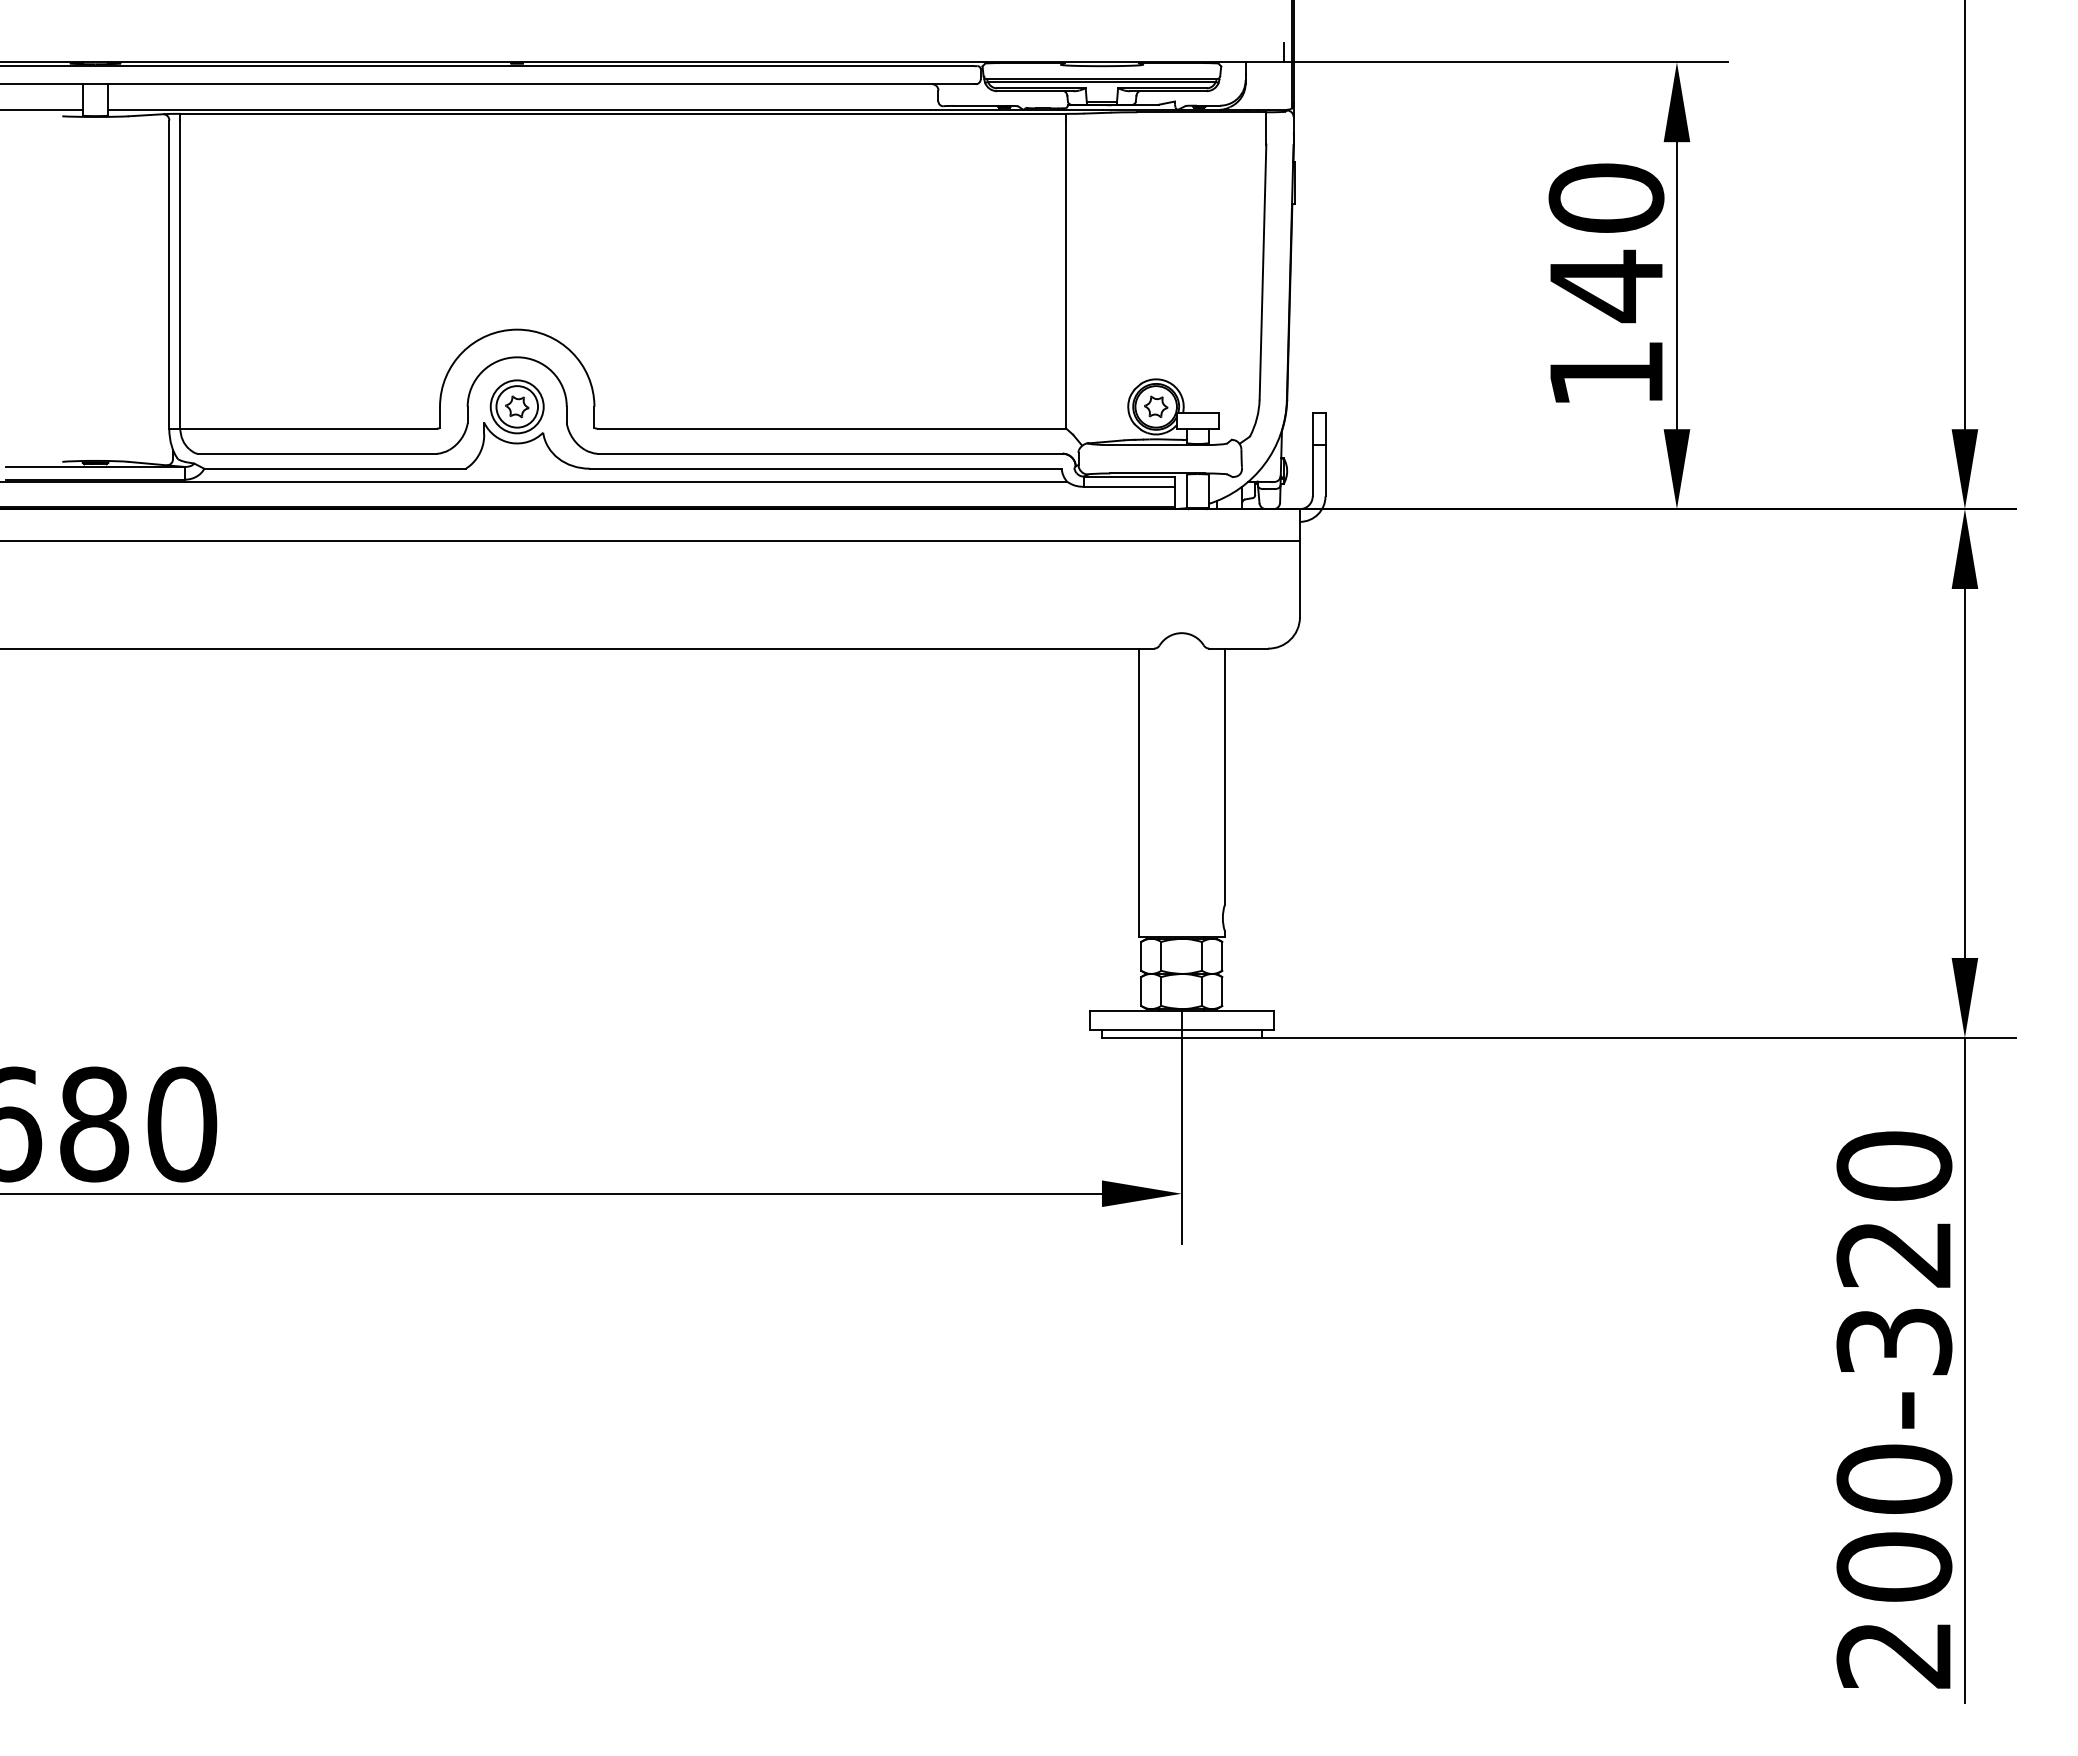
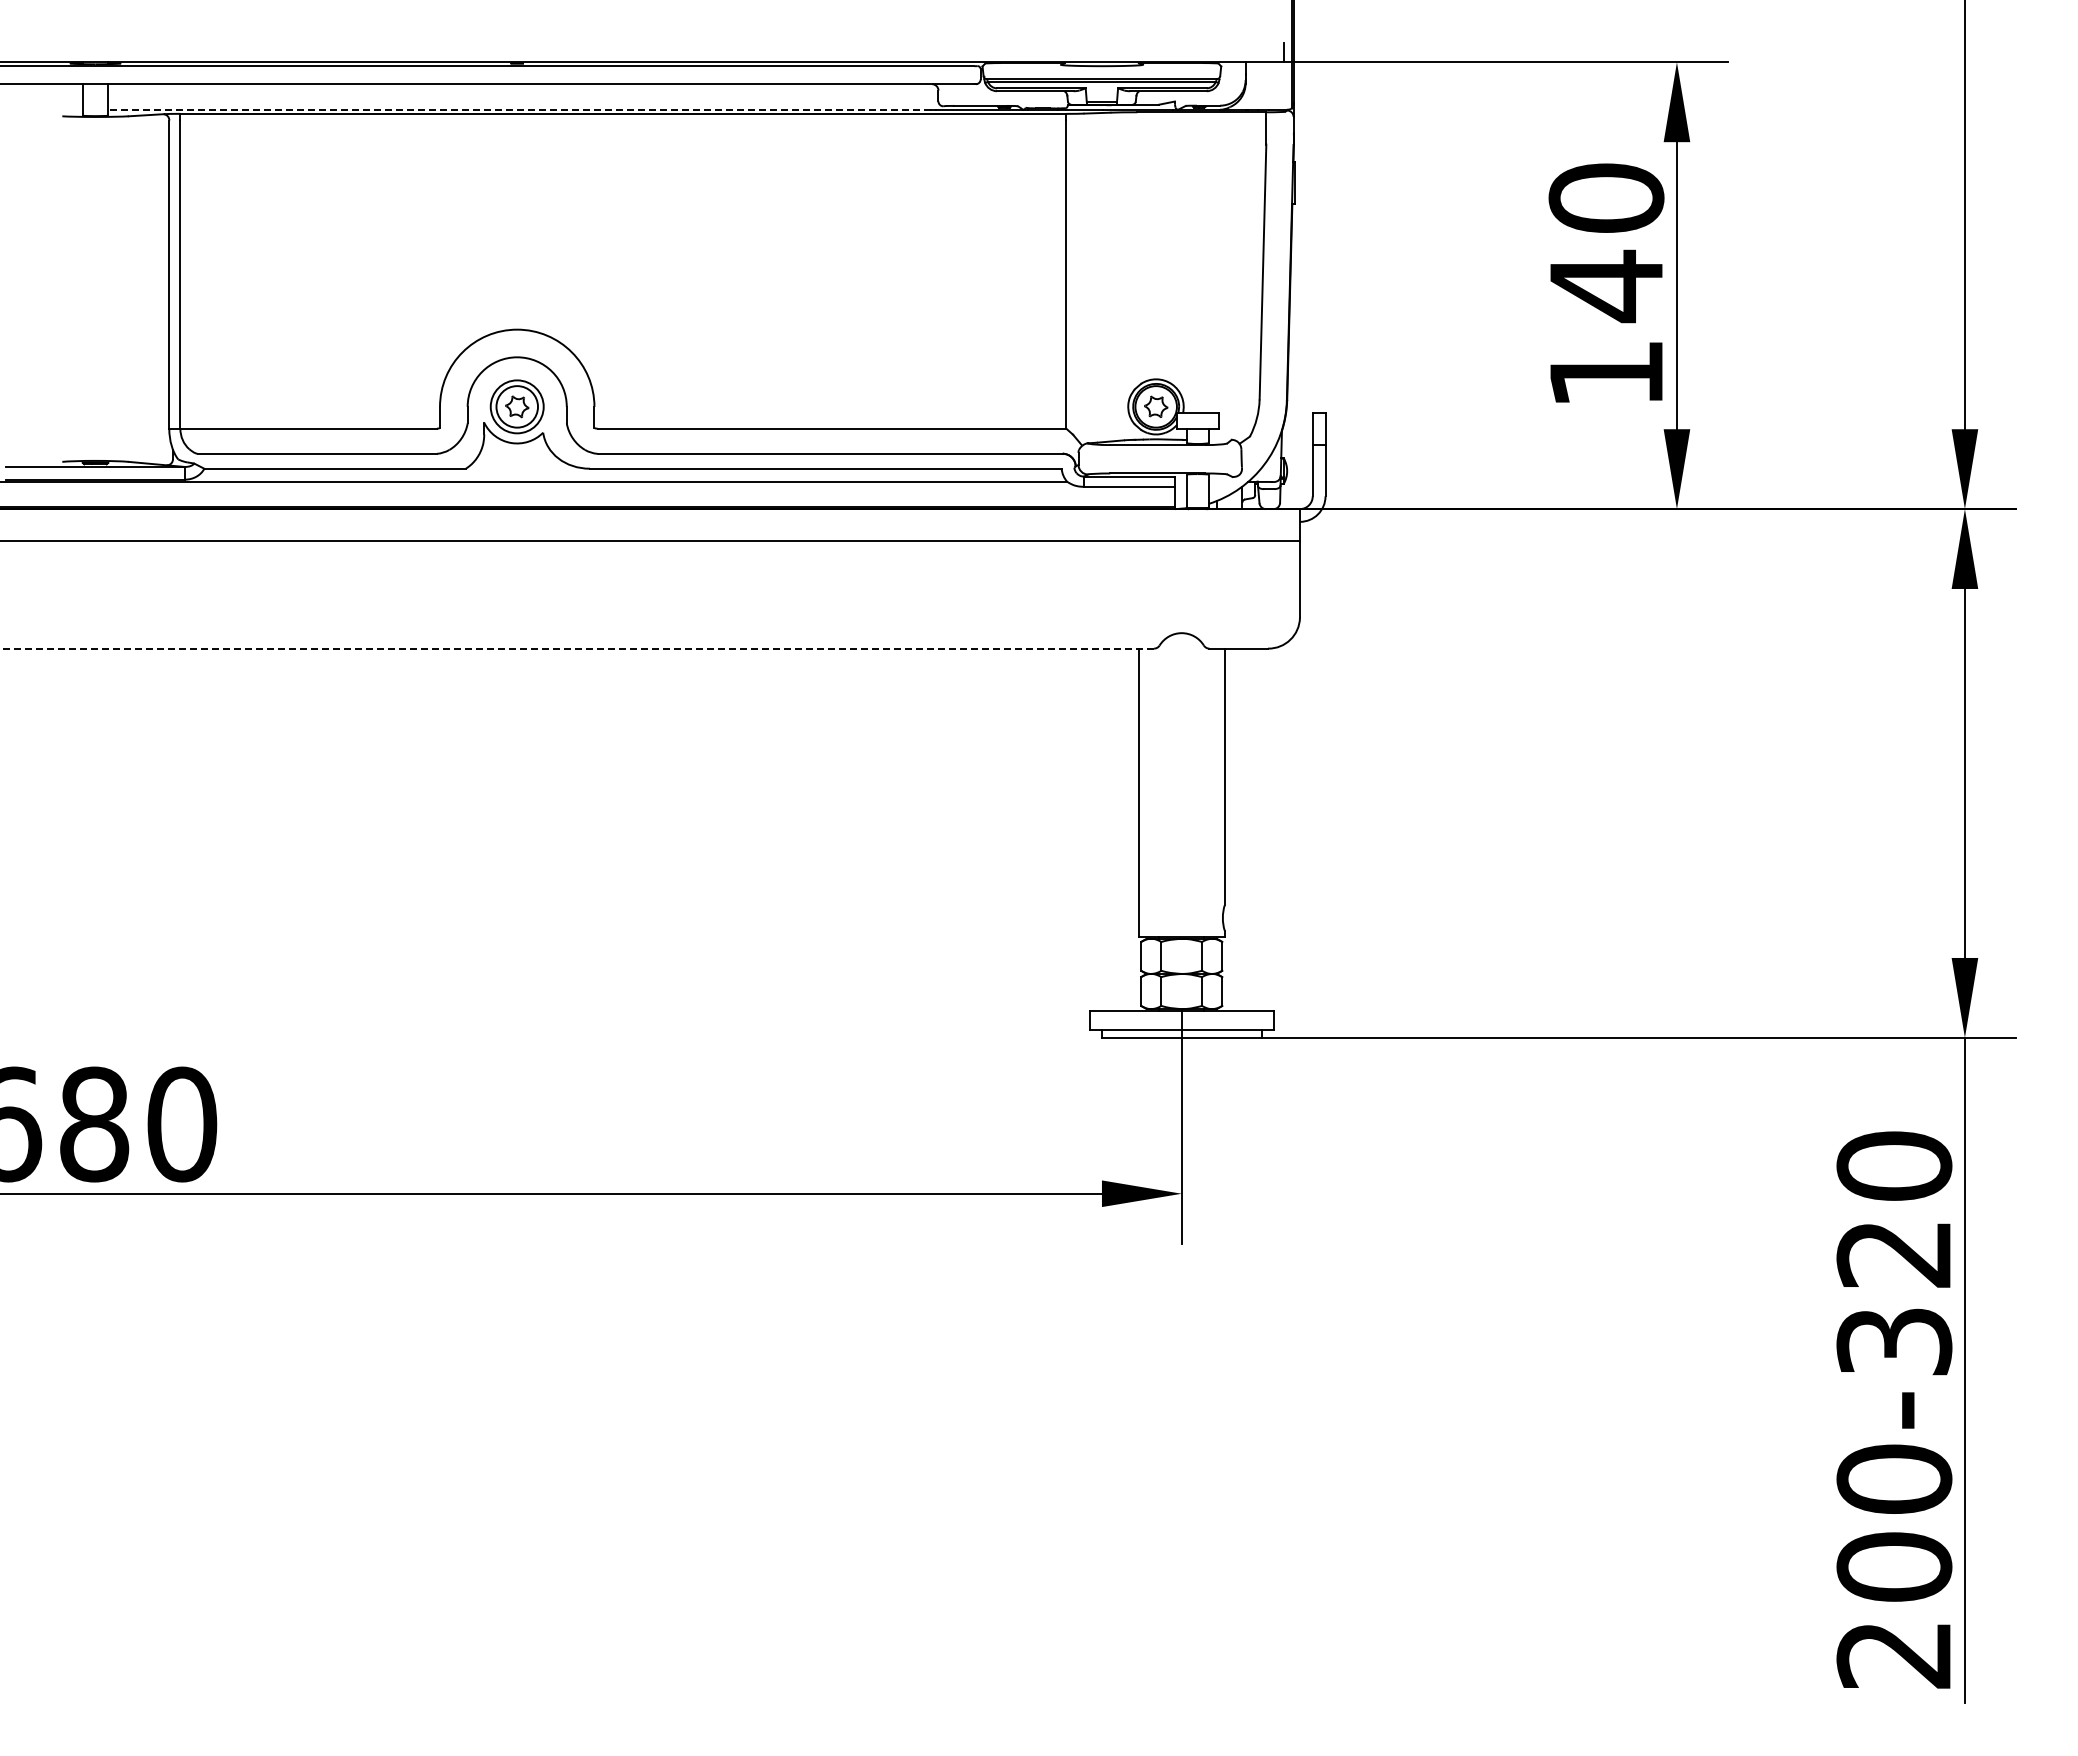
line at (42, 109): present -> none
line at (519, 109): solid -> dashed
line at (577, 648): solid -> dashed
